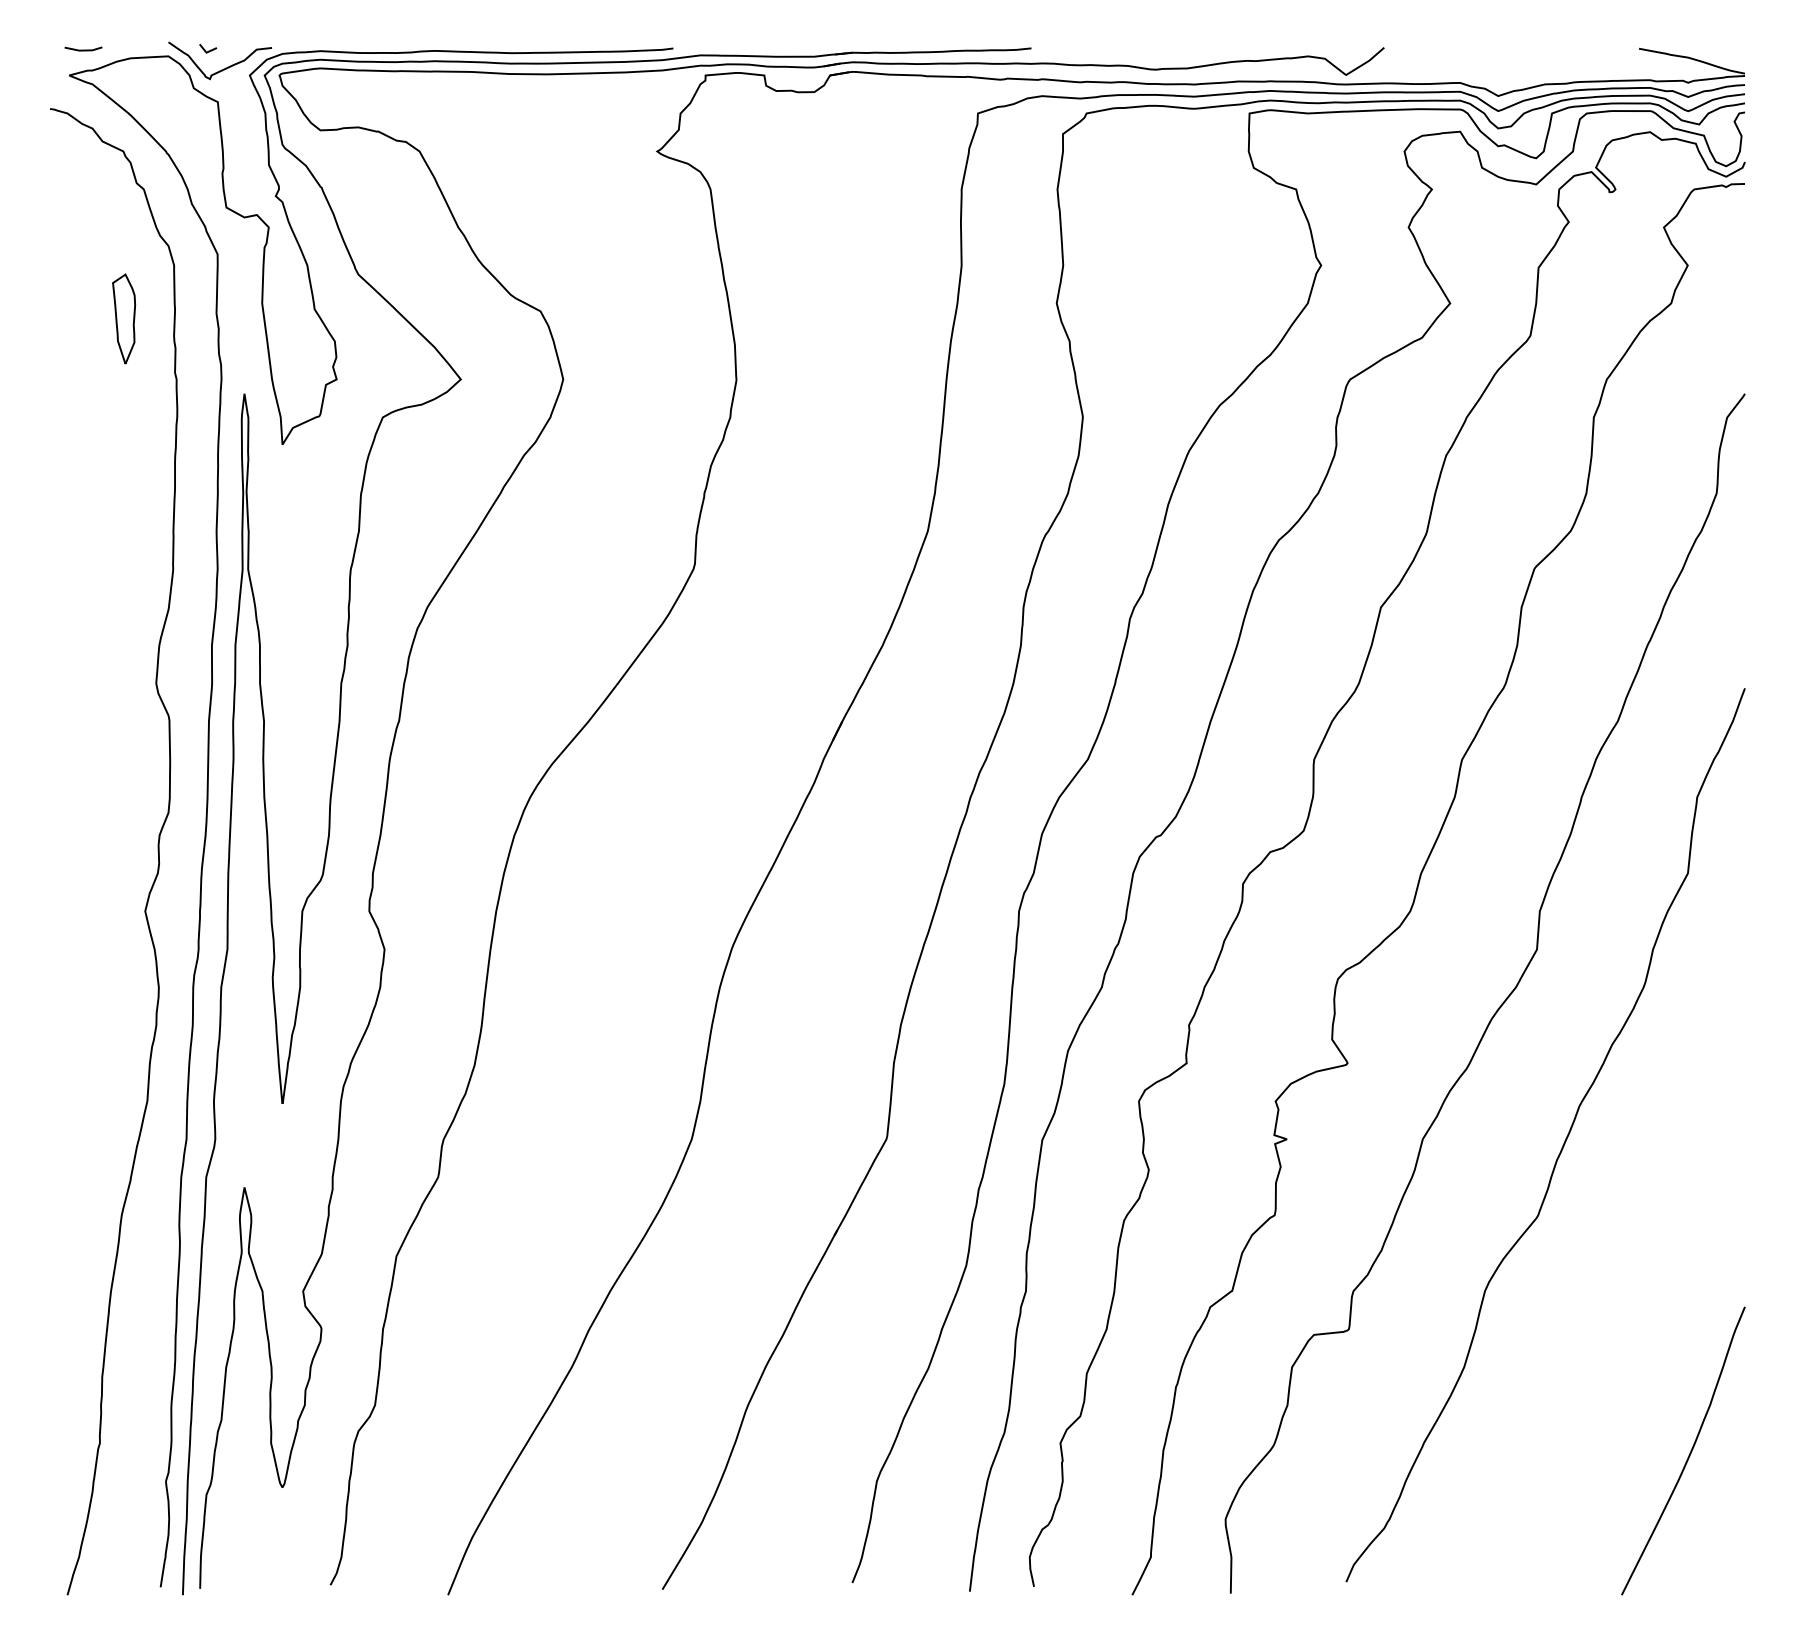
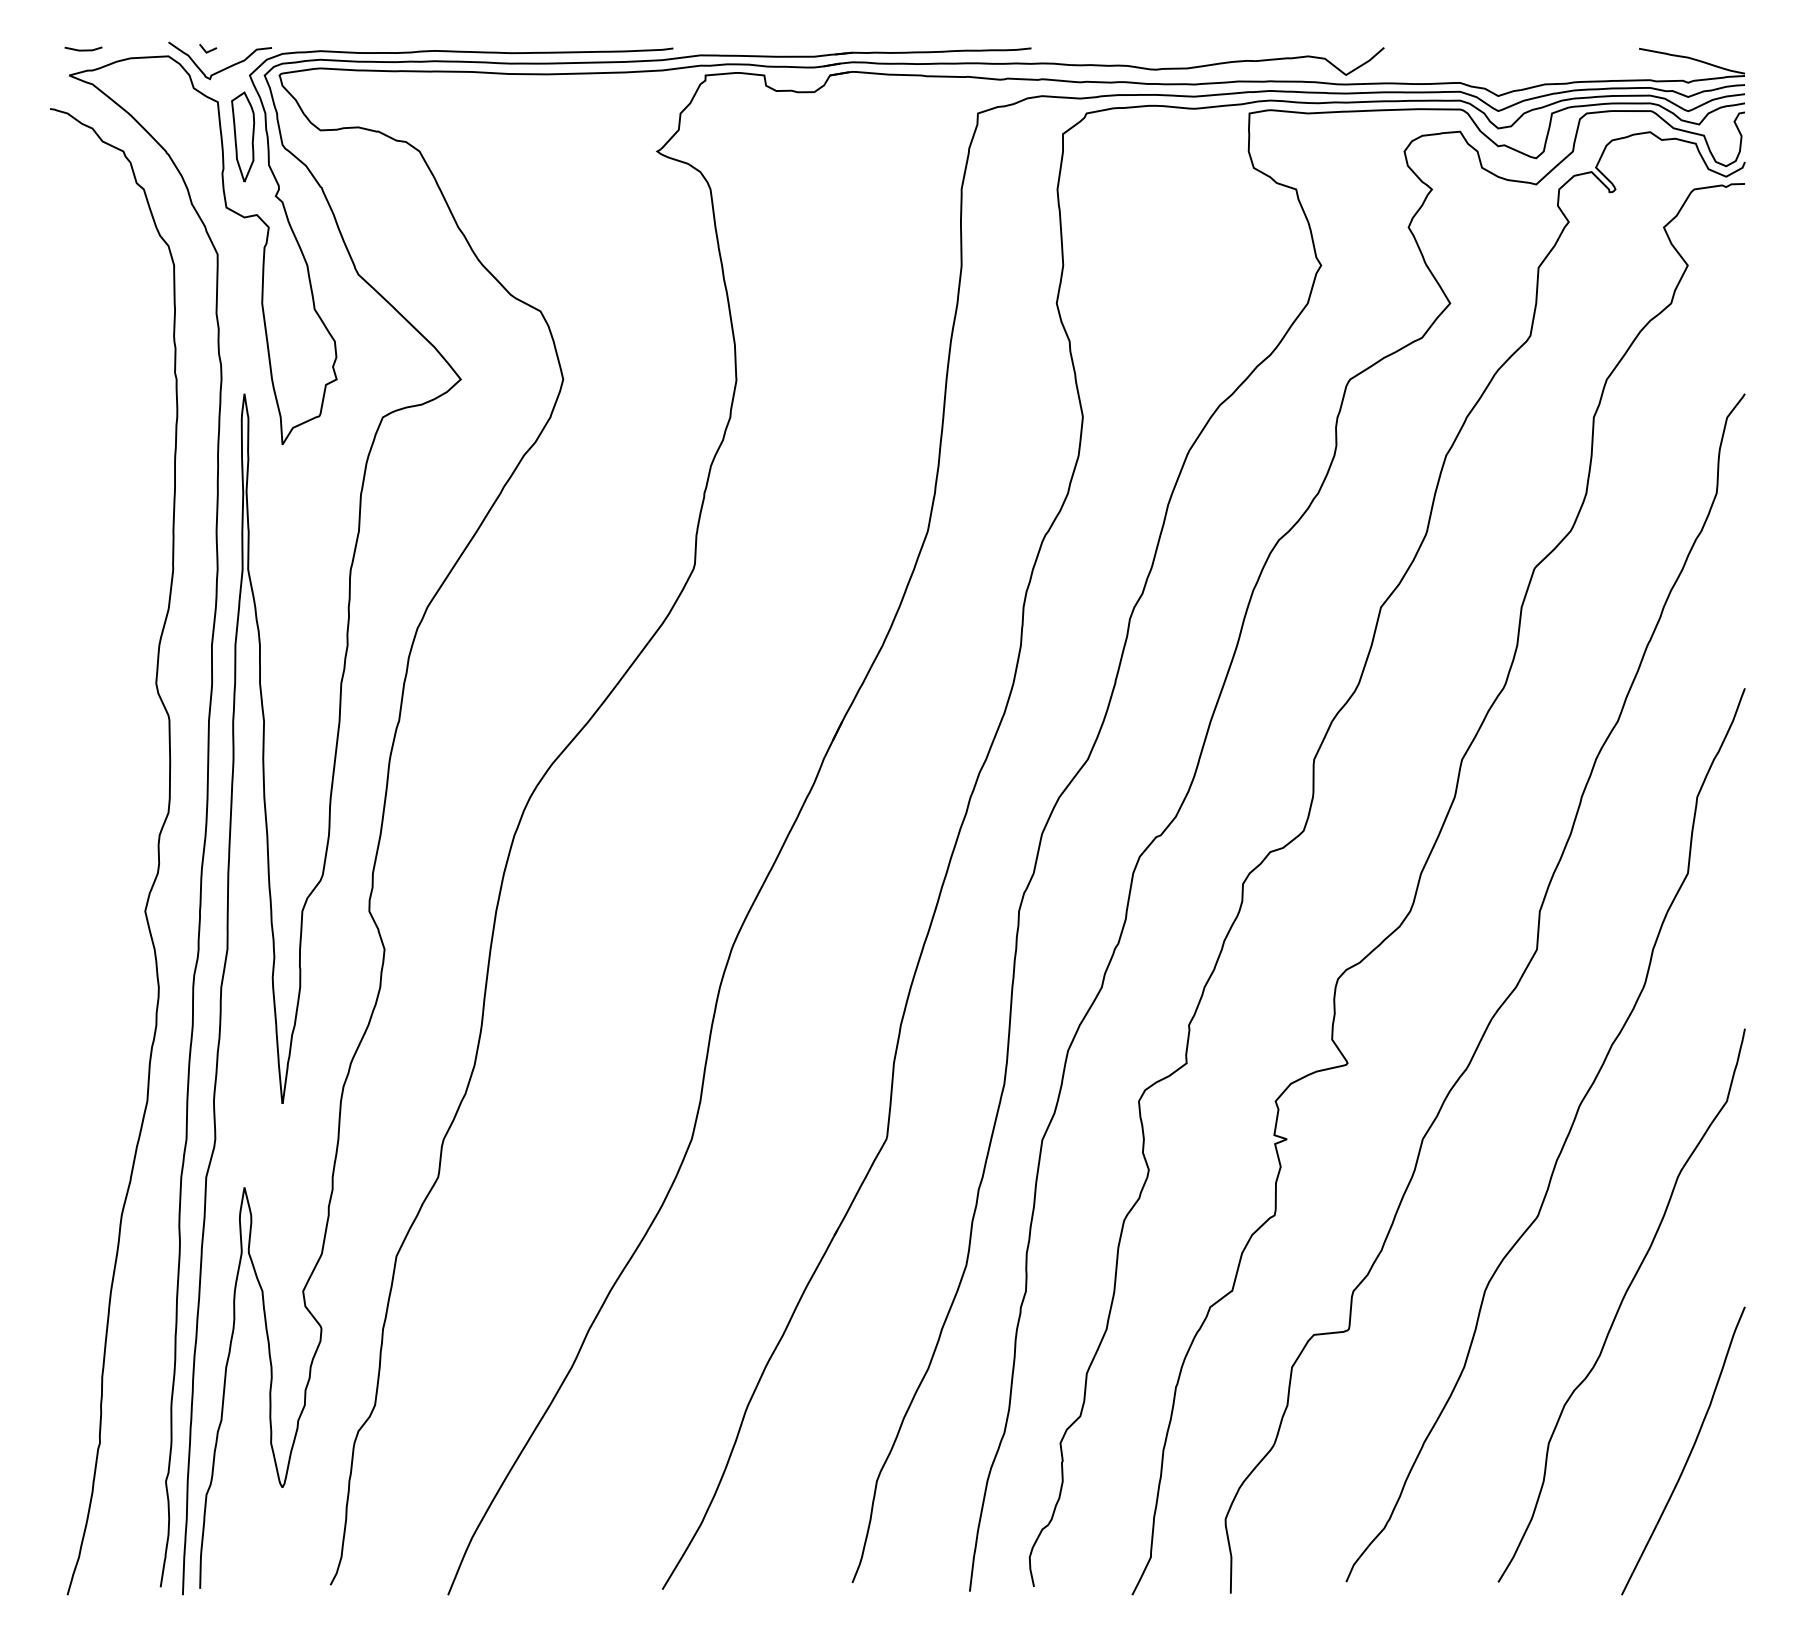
part at (124, 318) position: (124, 318) -> (243, 136)
curve at (1621, 1305): none -> present
